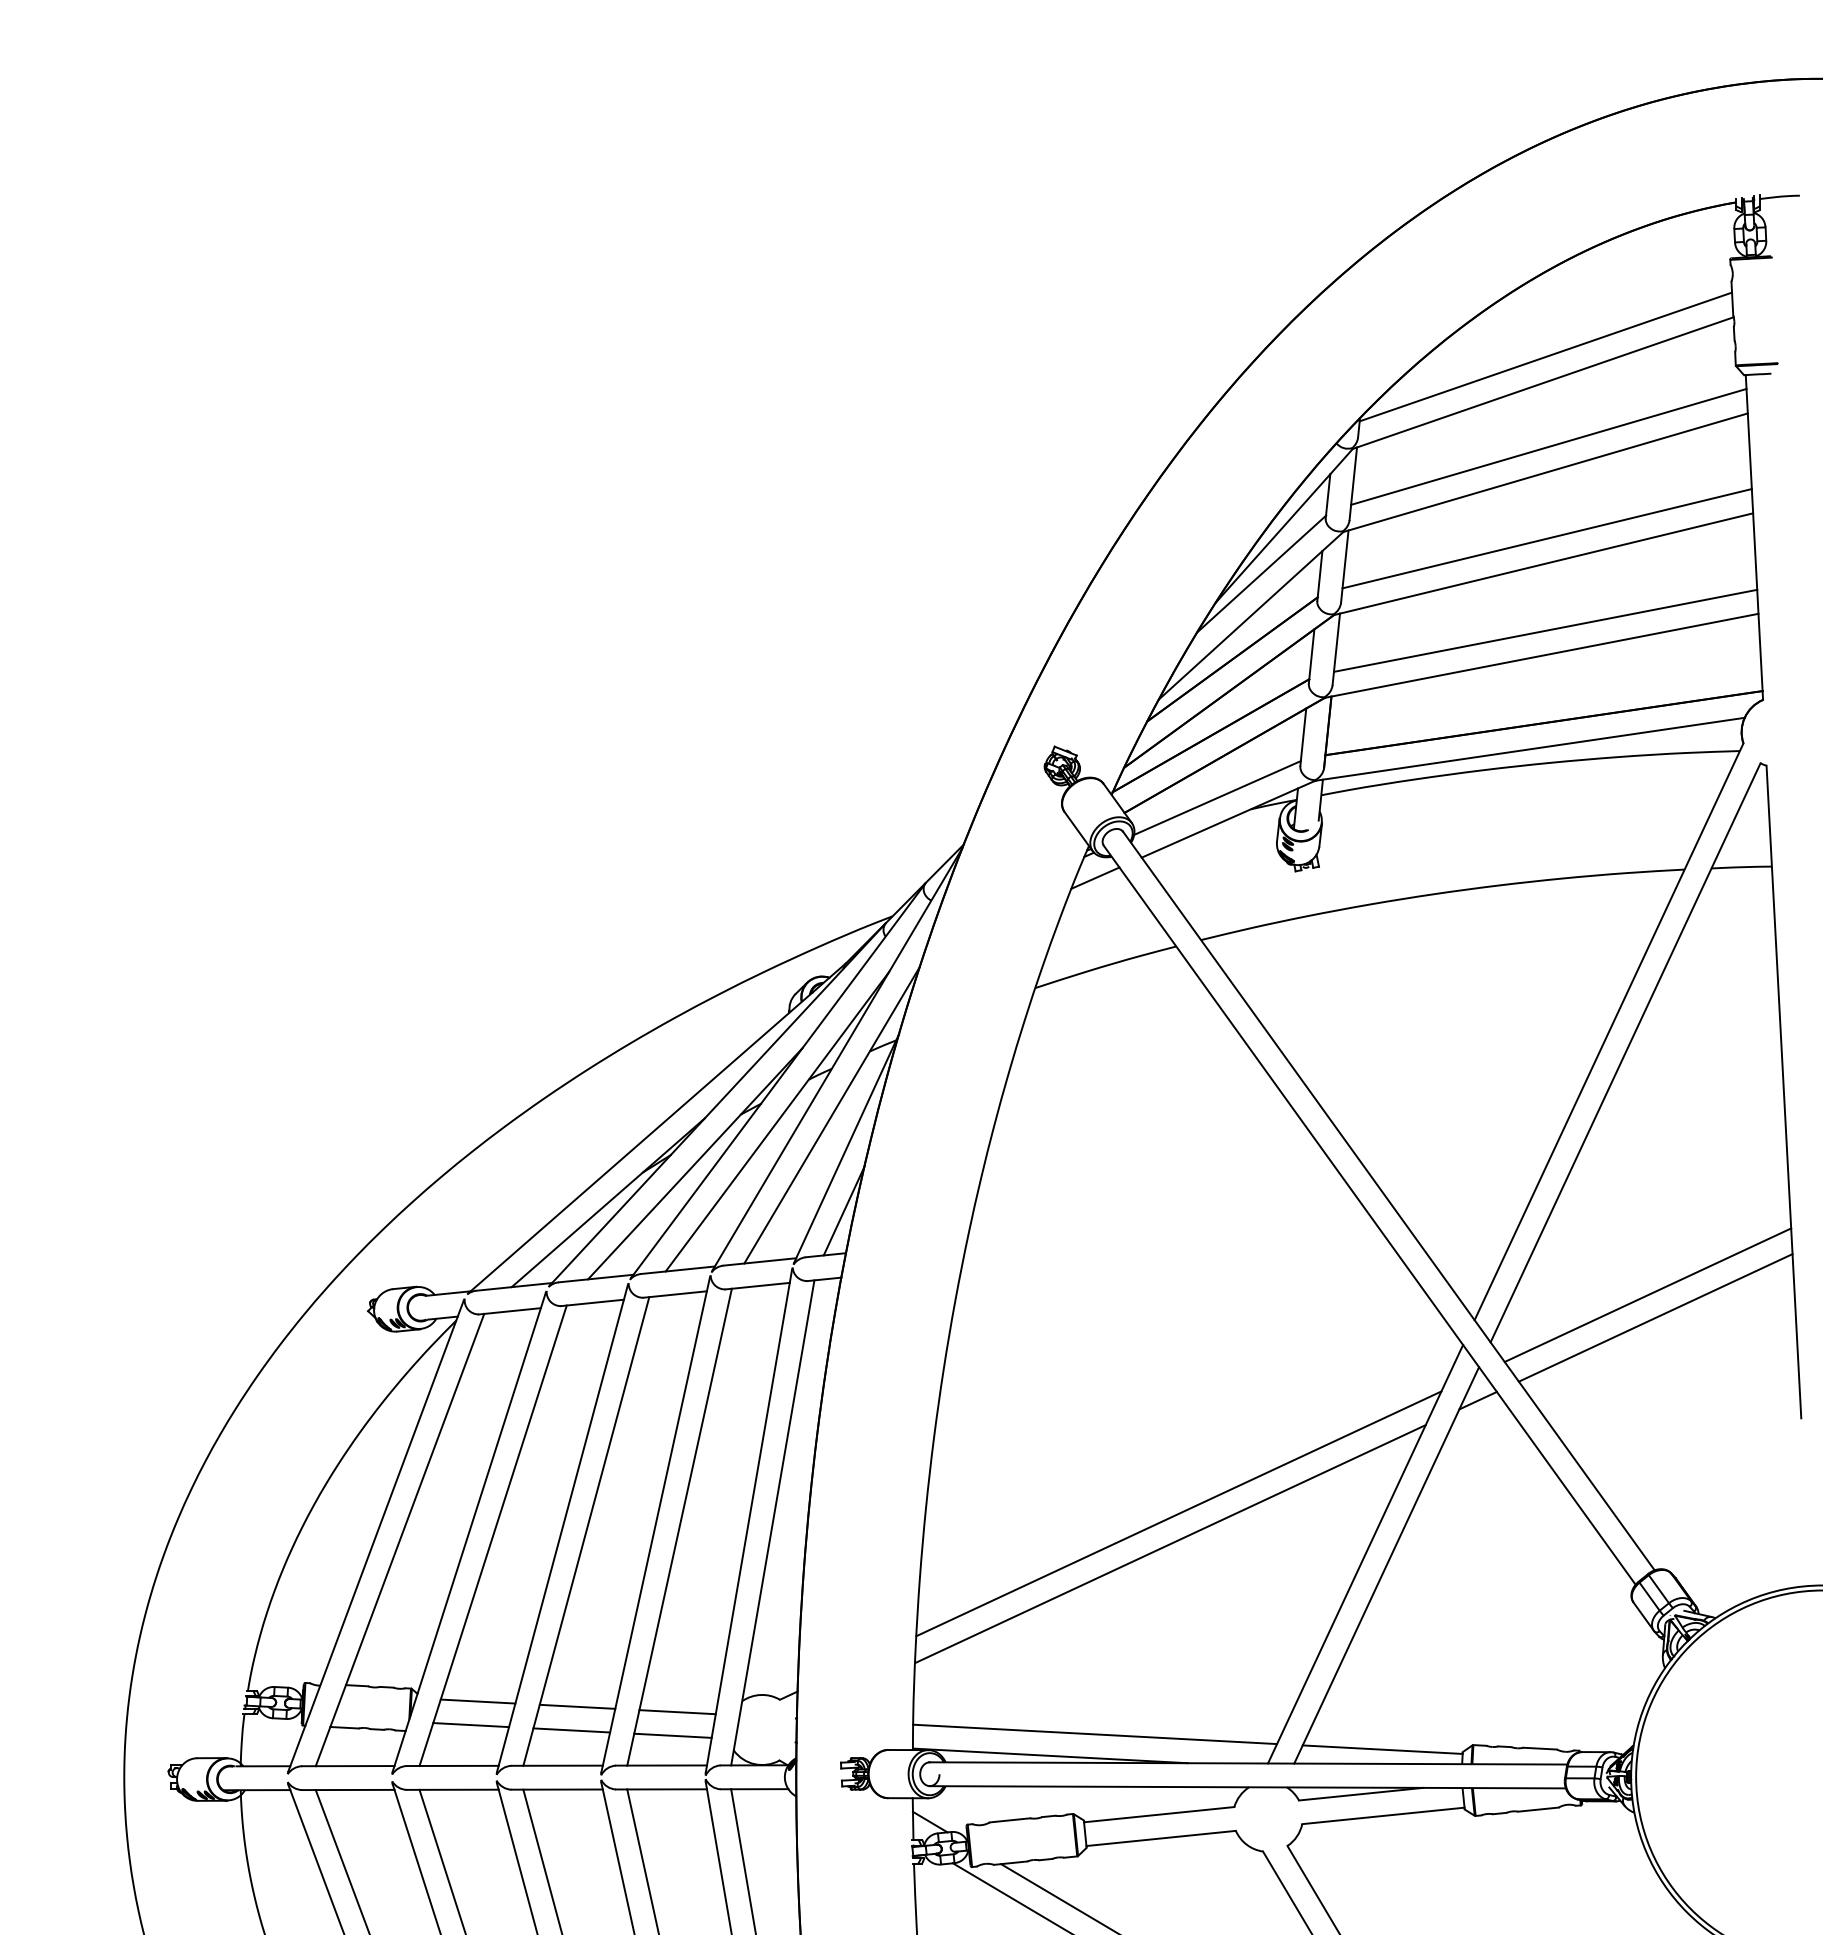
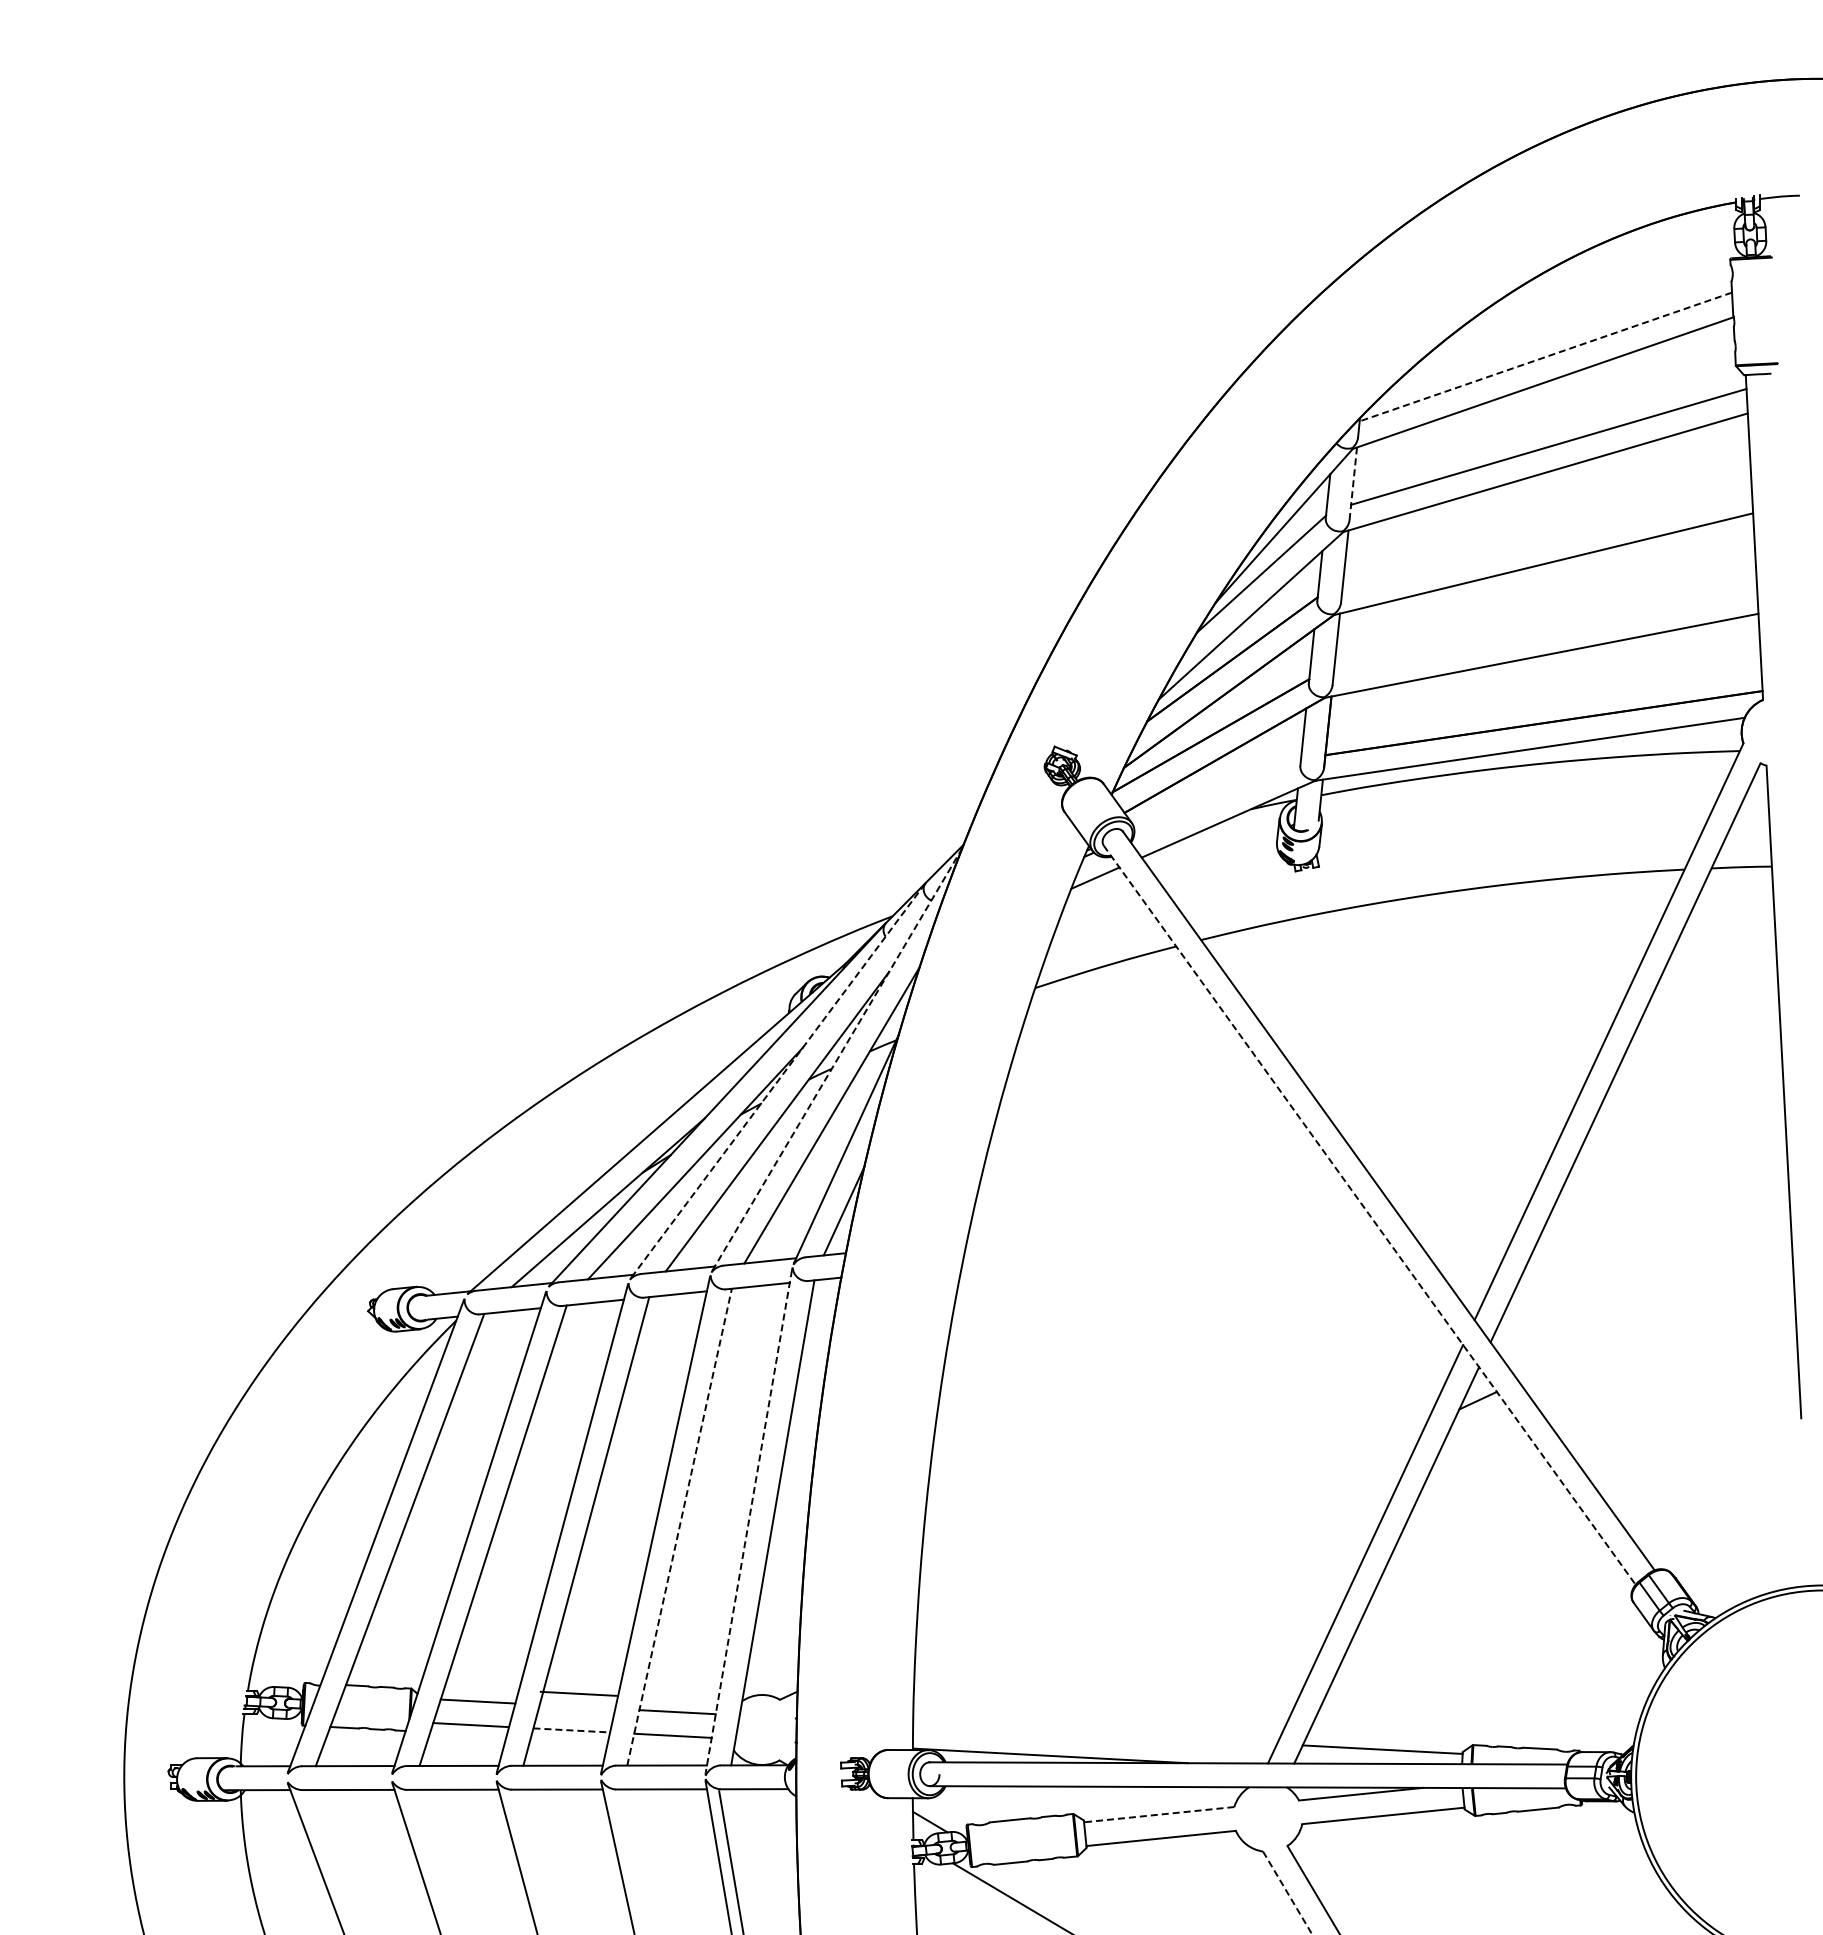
line at (1545, 357): solid -> dashed
line at (1353, 483): solid -> dashed
line at (1546, 538): present -> none
line at (1545, 630): present -> none
line at (1217, 797): present -> none
line at (837, 1059): solid -> dashed
line at (778, 1080): solid -> dashed
line at (1370, 1215): solid -> dashed
line at (1647, 1294): present -> none
line at (1655, 1317): present -> none
line at (1178, 1513): present -> none
line at (748, 1521): solid -> dashed
line at (679, 1526): solid -> dashed
line at (1170, 1544): present -> none
line at (577, 1706) position: (577, 1706) -> (578, 1693)
line at (572, 1730): solid -> dashed
line at (1095, 1734): present -> none
line at (1159, 1814): solid -> dashed
line at (341, 1860): present -> none
line at (442, 1860): present -> none
line at (542, 1860): present -> none
line at (642, 1860): present -> none
line at (743, 1860) position: (743, 1860) -> (731, 1861)
line at (1288, 1893): solid -> dashed
line at (1057, 1897): present -> none
